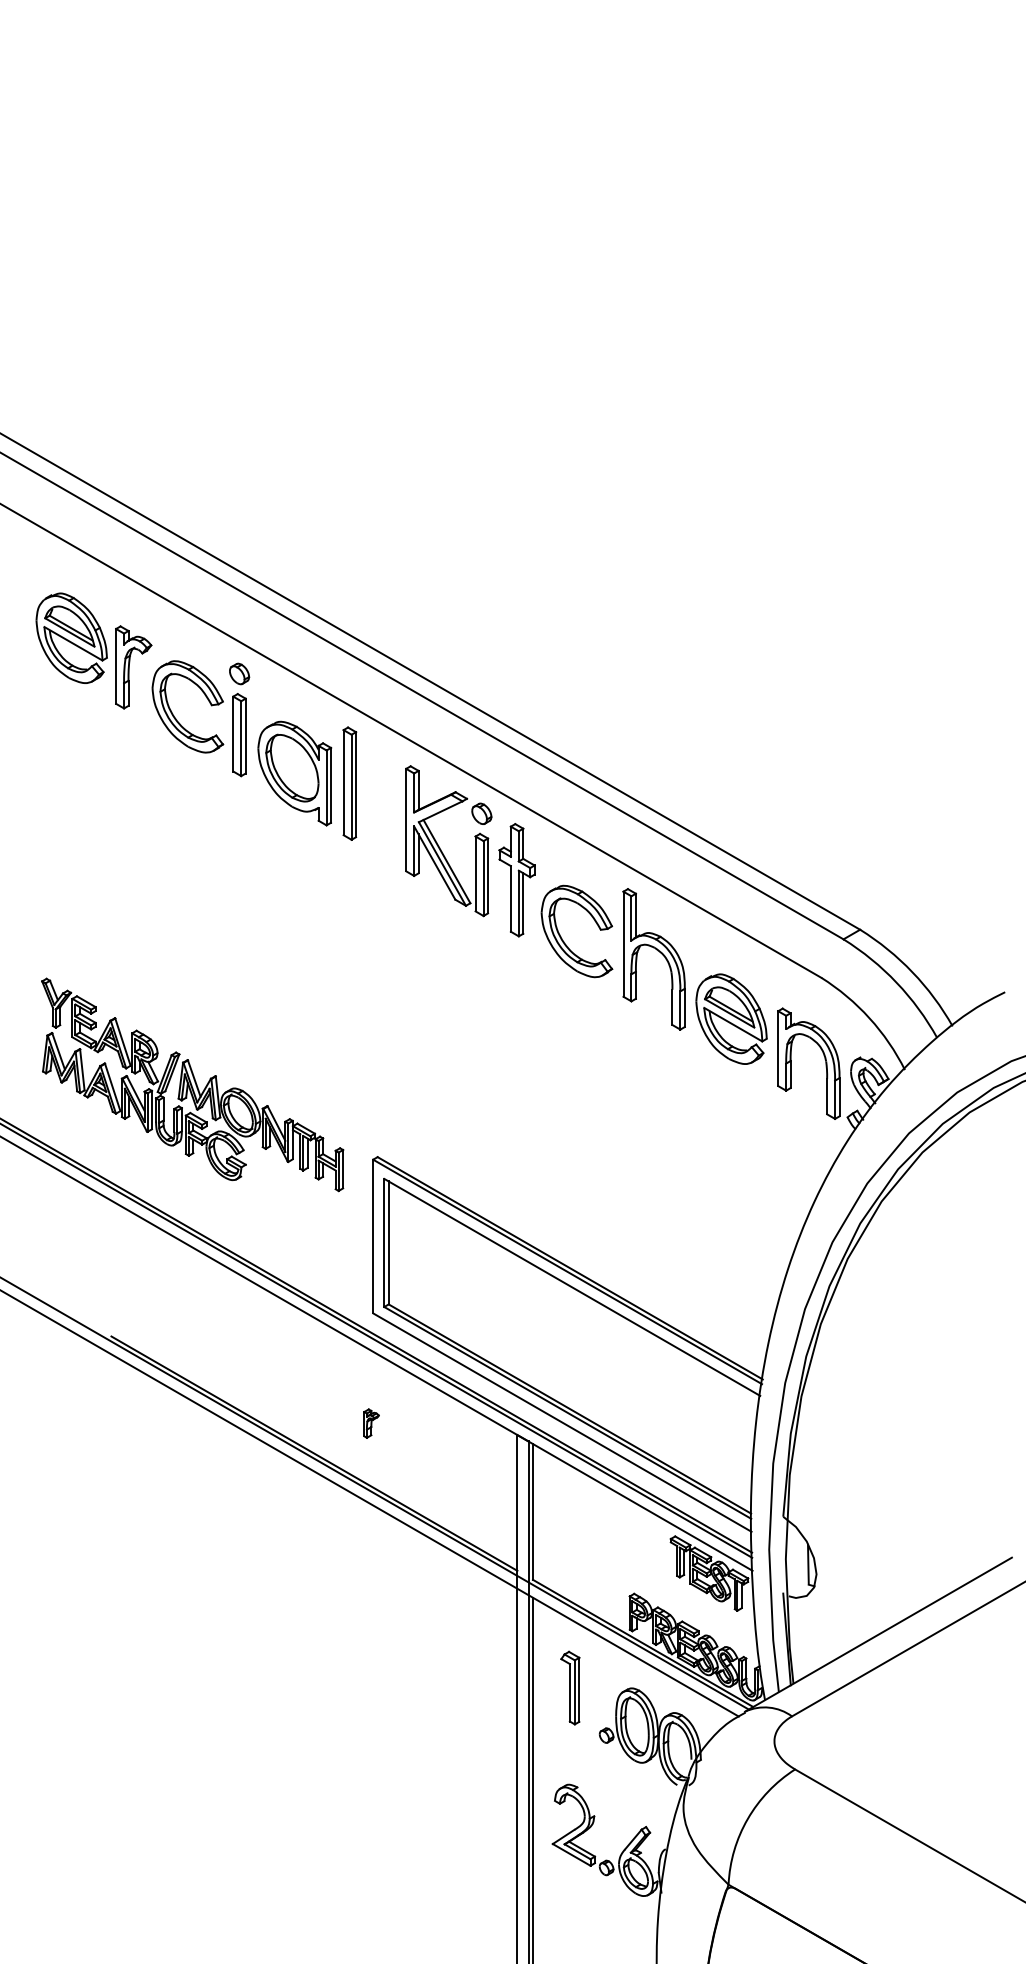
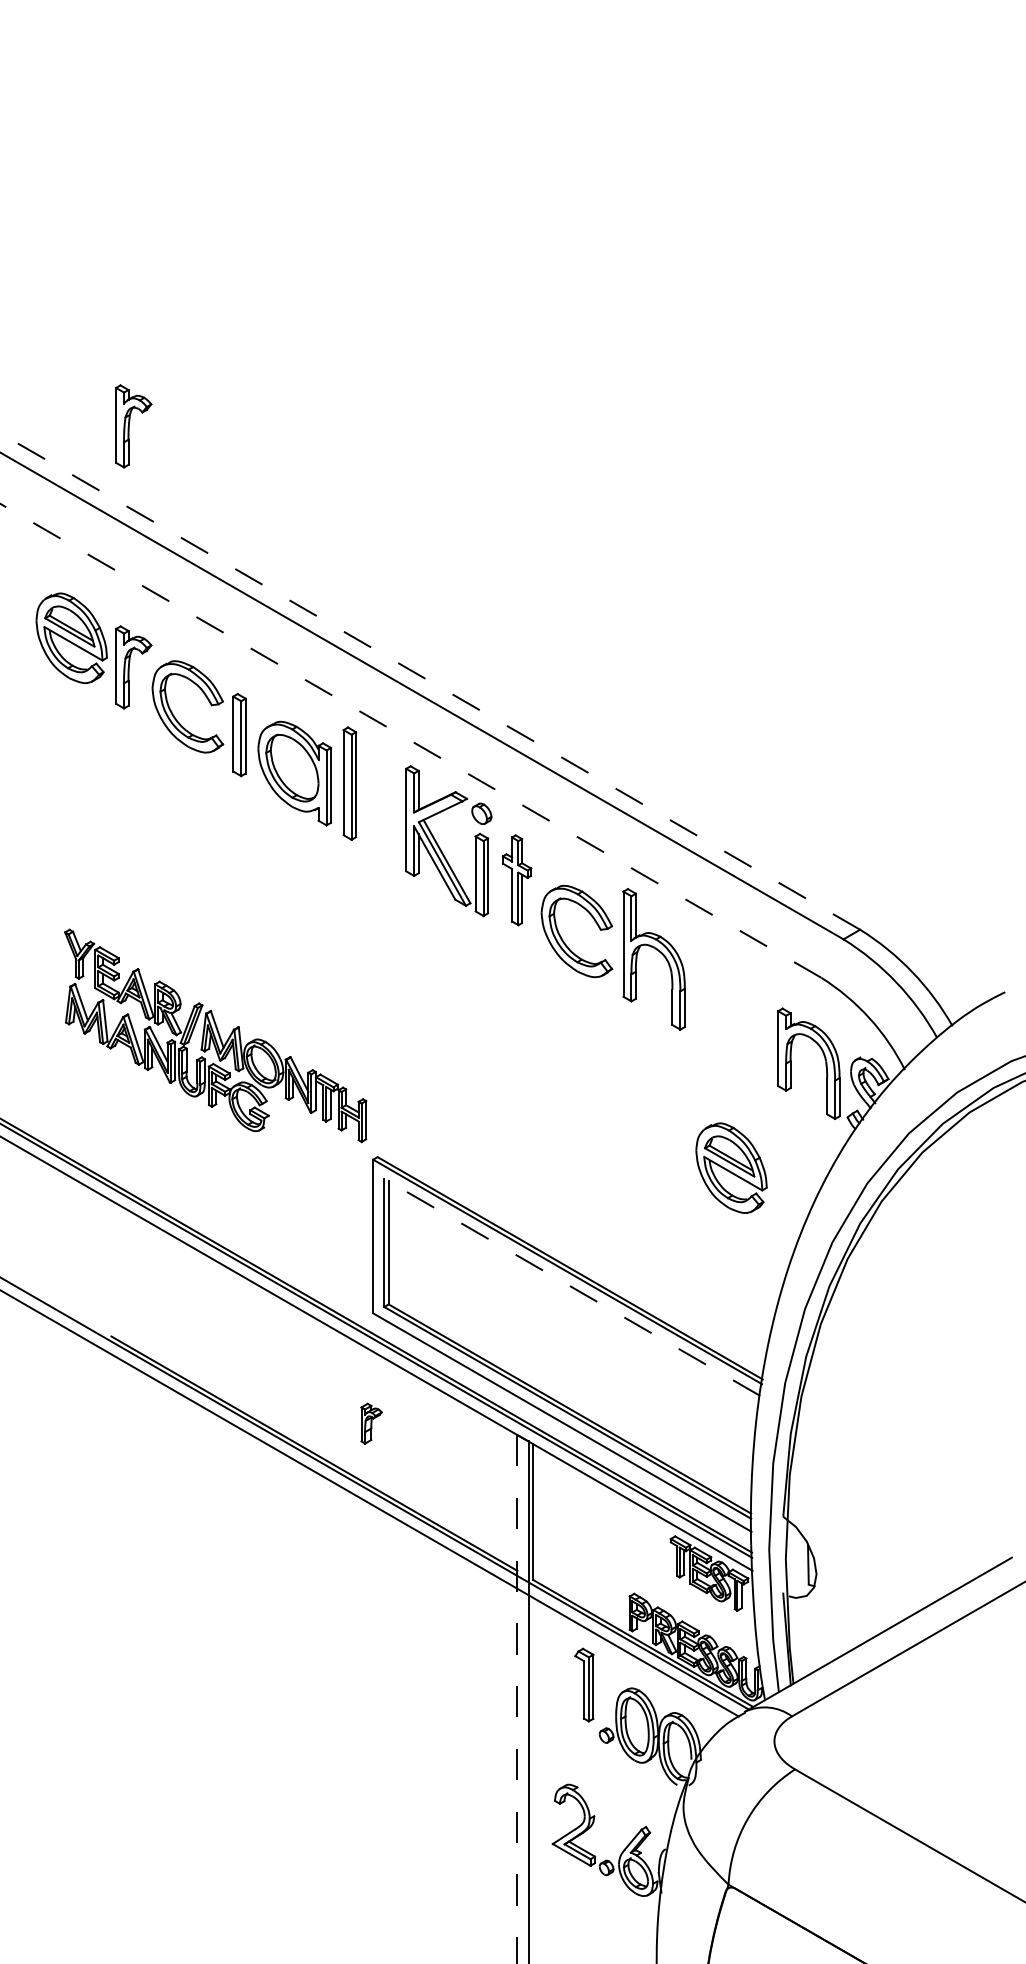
part at (133, 426): none -> present
part at (239, 673): present -> none
line at (429, 681): solid -> dashed
line at (410, 740): solid -> dashed
part at (516, 880) size: 38x115 px -> 32x93 px
part at (731, 1018) position: (731, 1018) -> (731, 1167)
part at (192, 1084) position: (192, 1084) -> (215, 1035)
line at (571, 1287): solid -> dashed
part at (371, 1423) size: 17x31 px -> 23x43 px
part at (570, 1687) position: (570, 1687) -> (584, 1684)
line at (517, 1699): solid -> dashed
line at (532, 1778): present -> none
